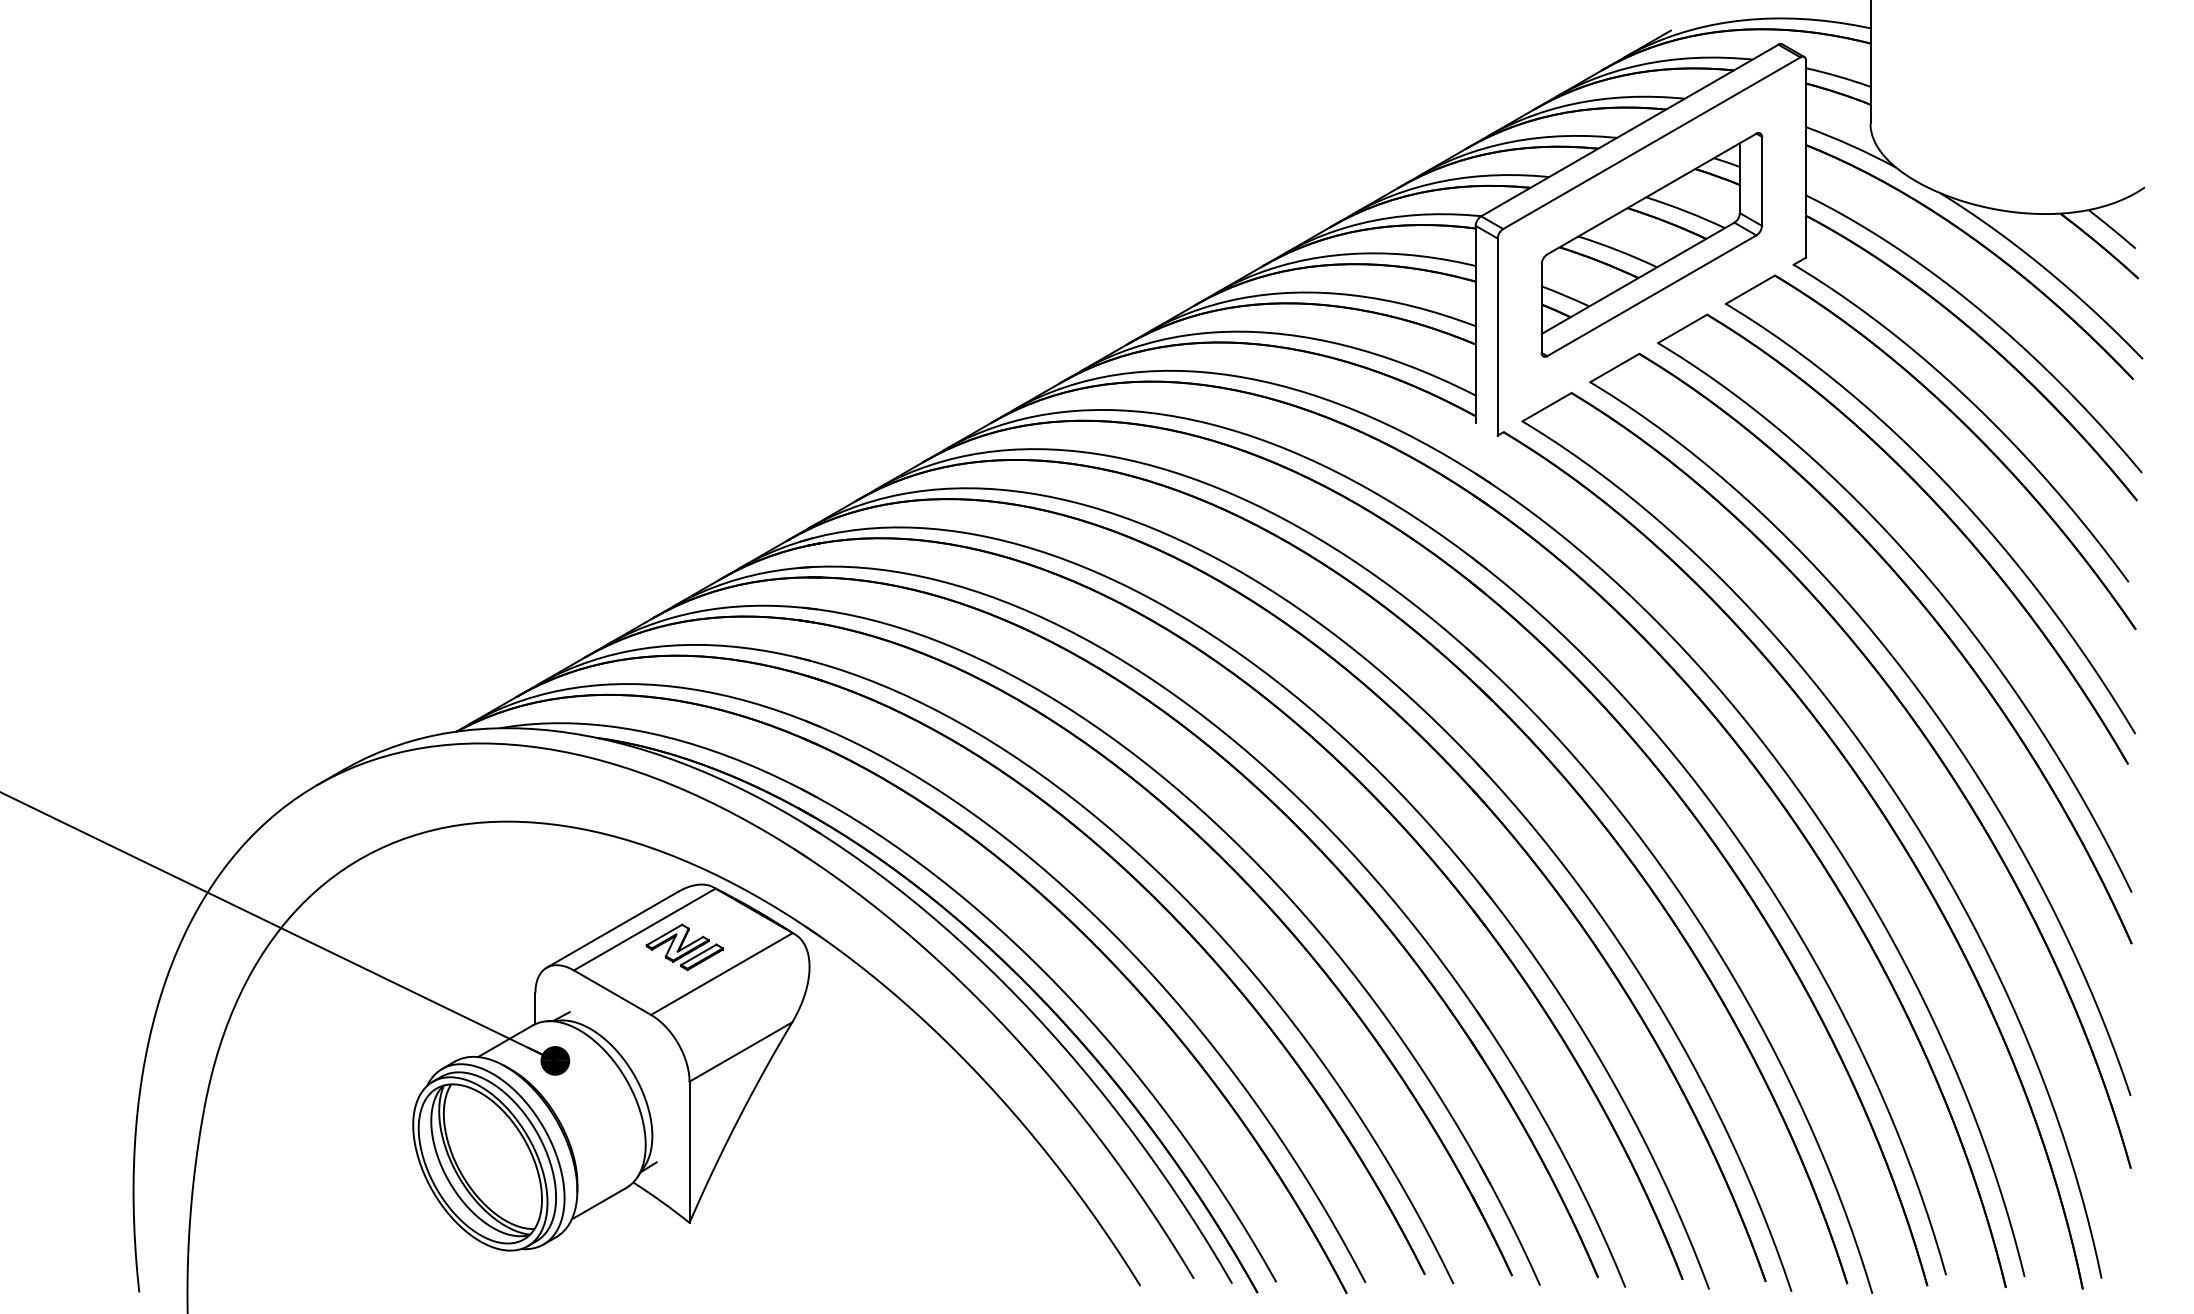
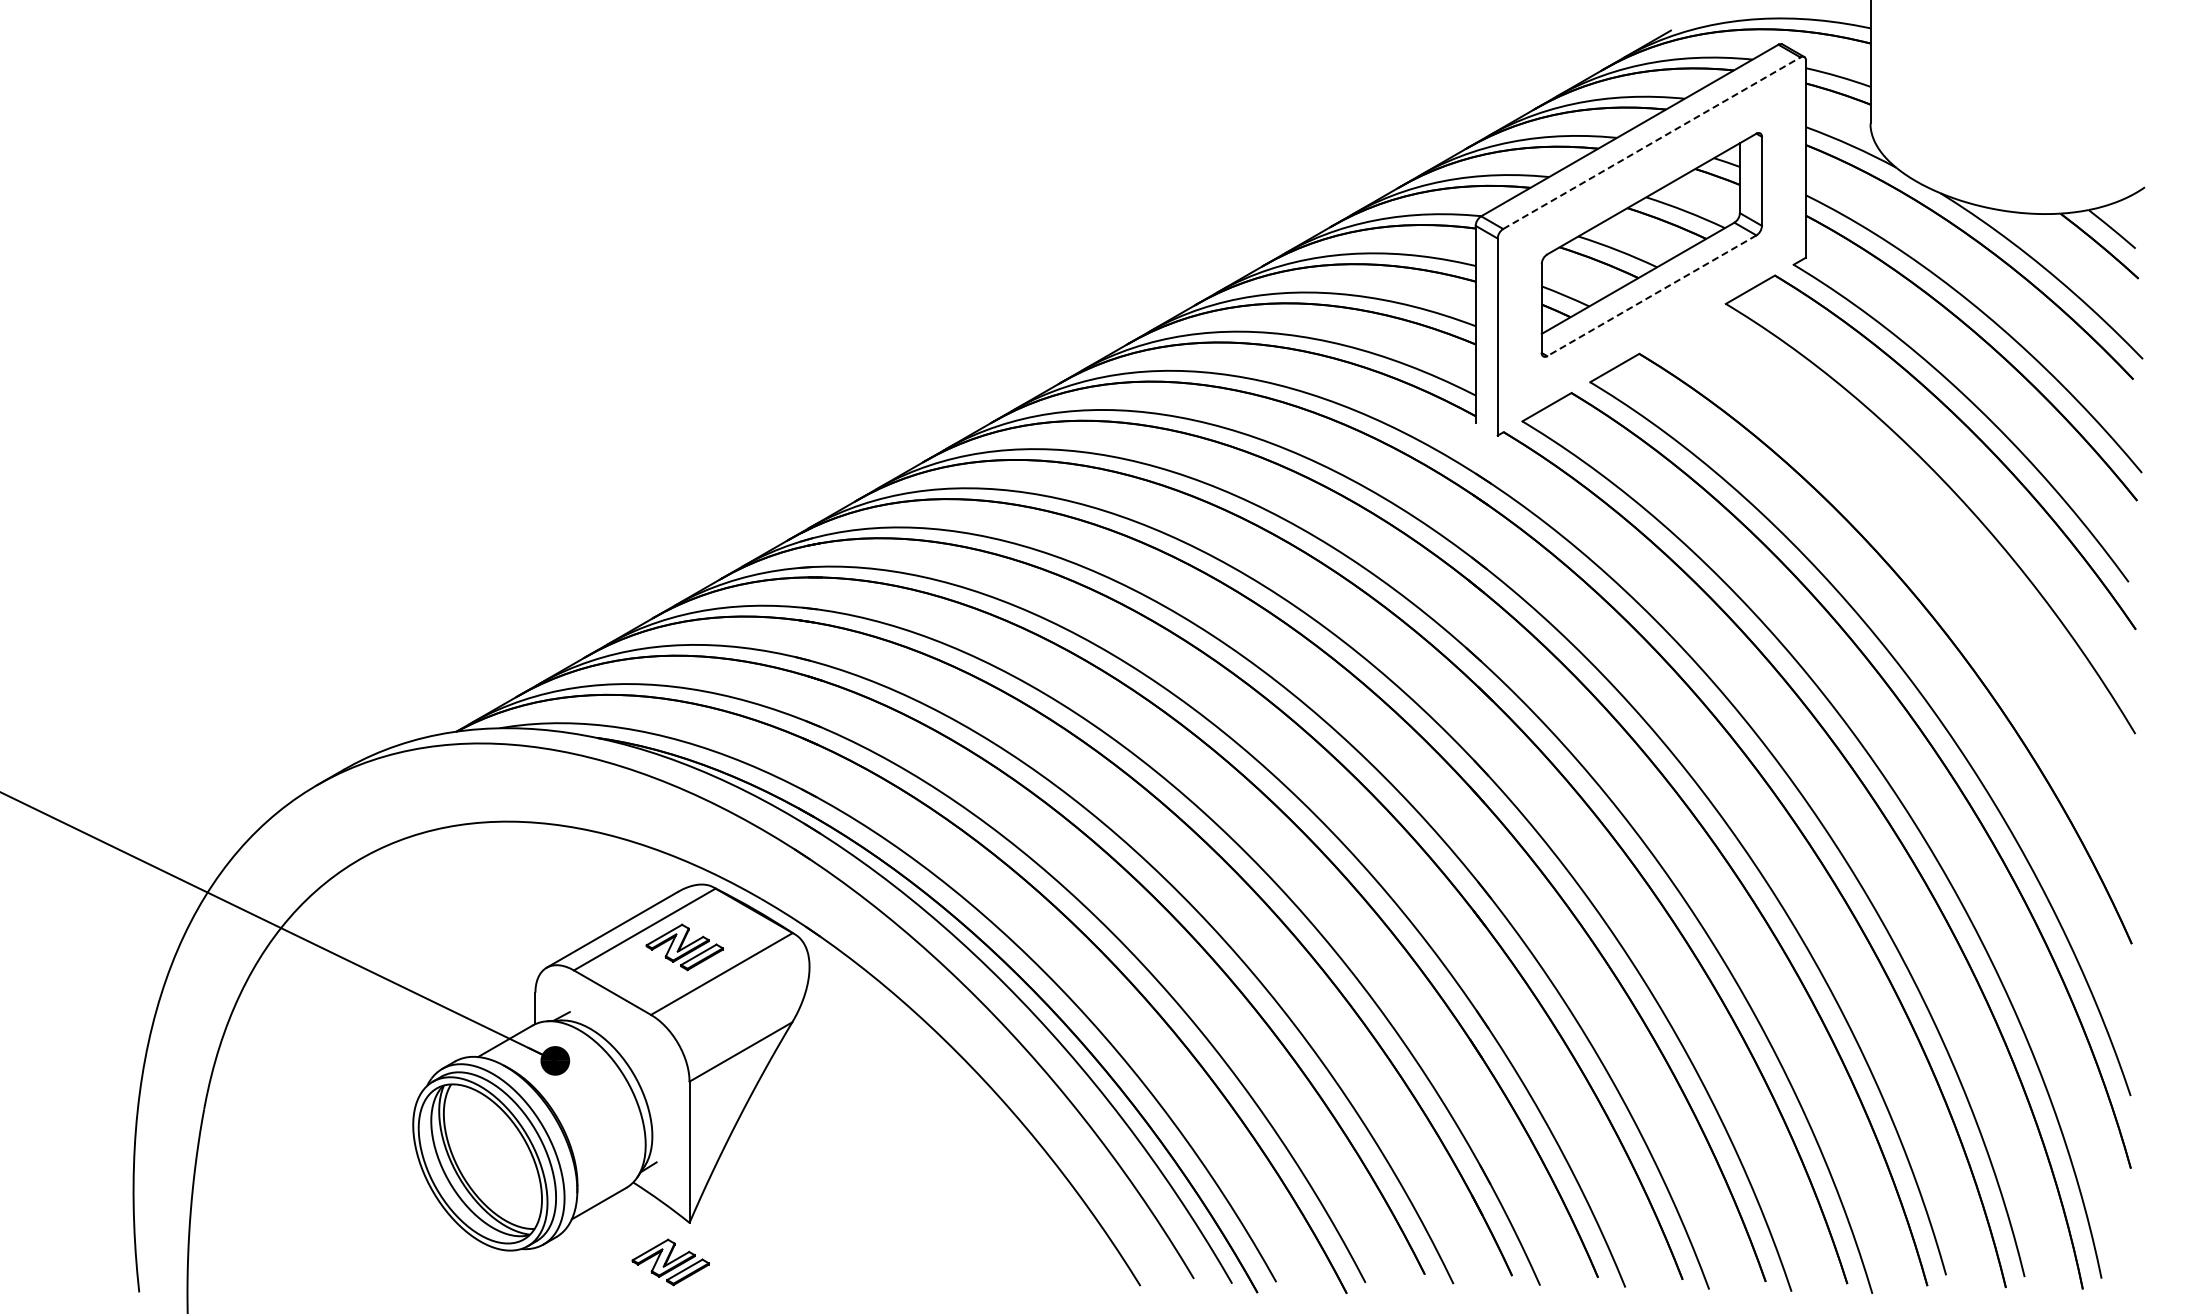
line at (1651, 143): solid -> dashed
line at (1651, 295): solid -> dashed
part at (1923, 574): present -> none
part at (670, 1262): none -> present
